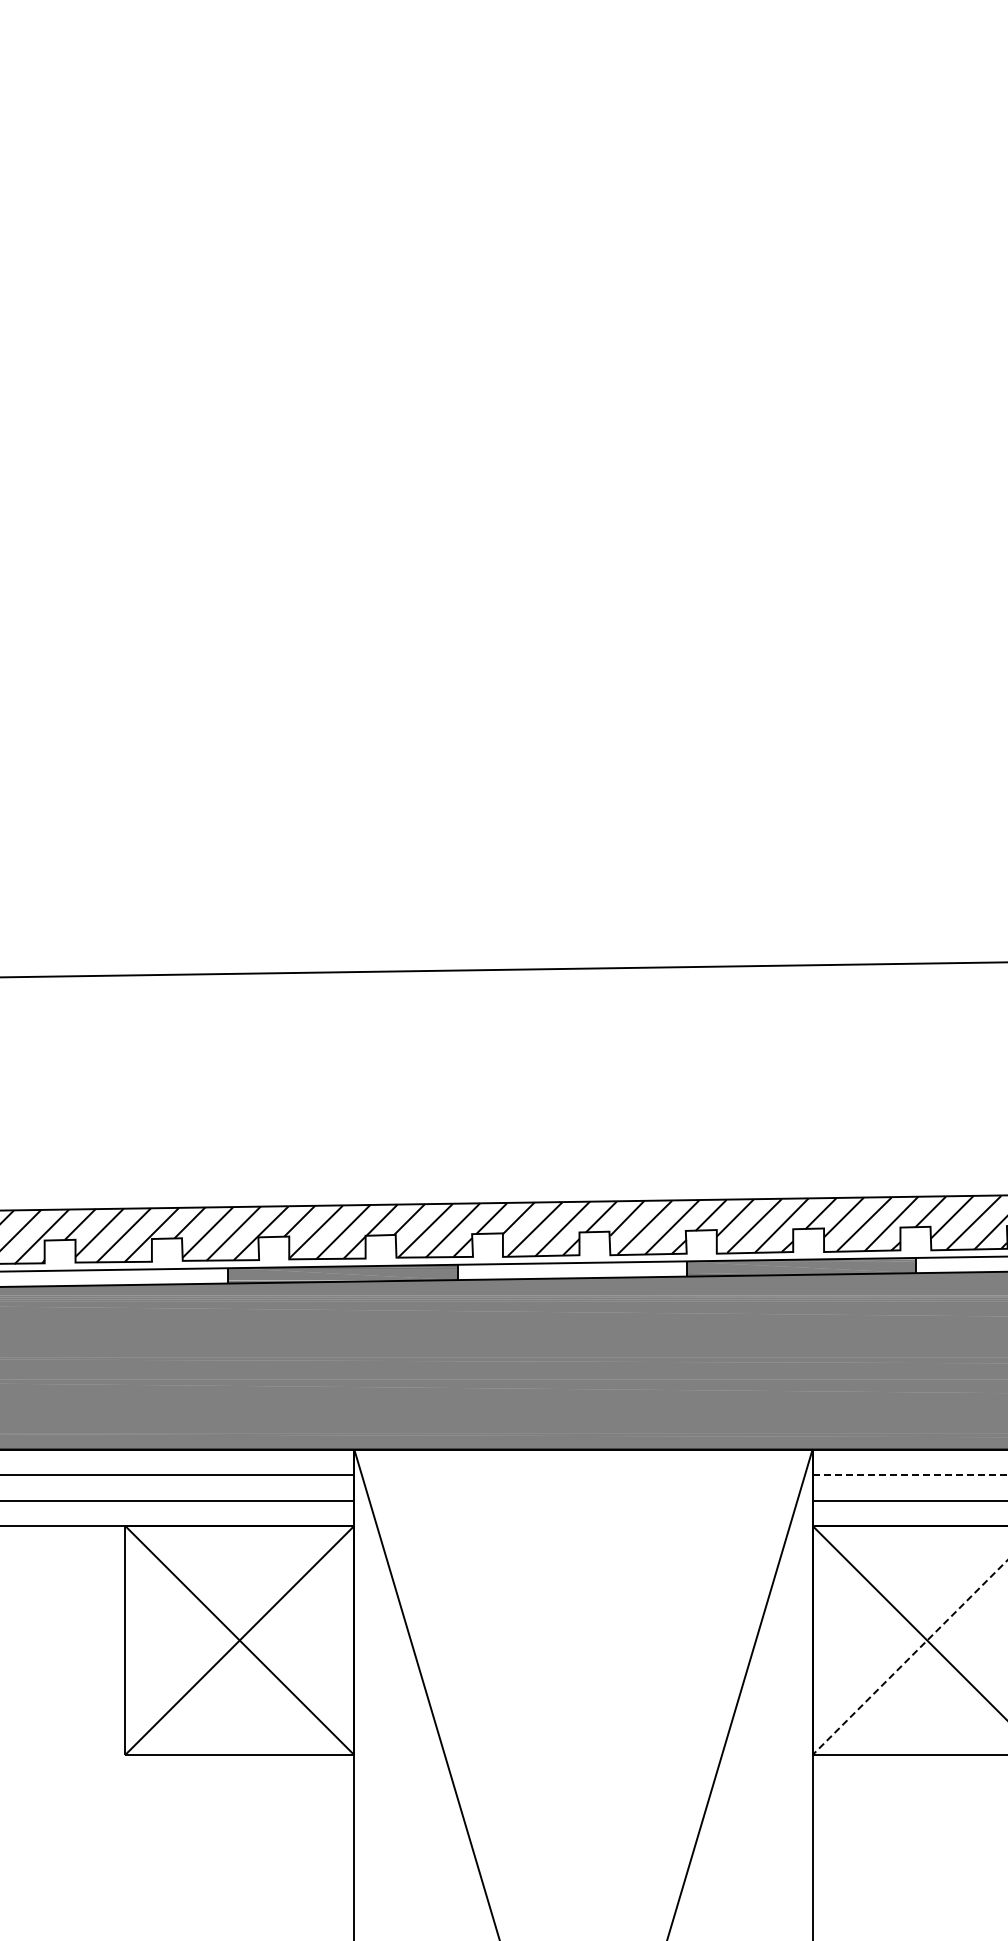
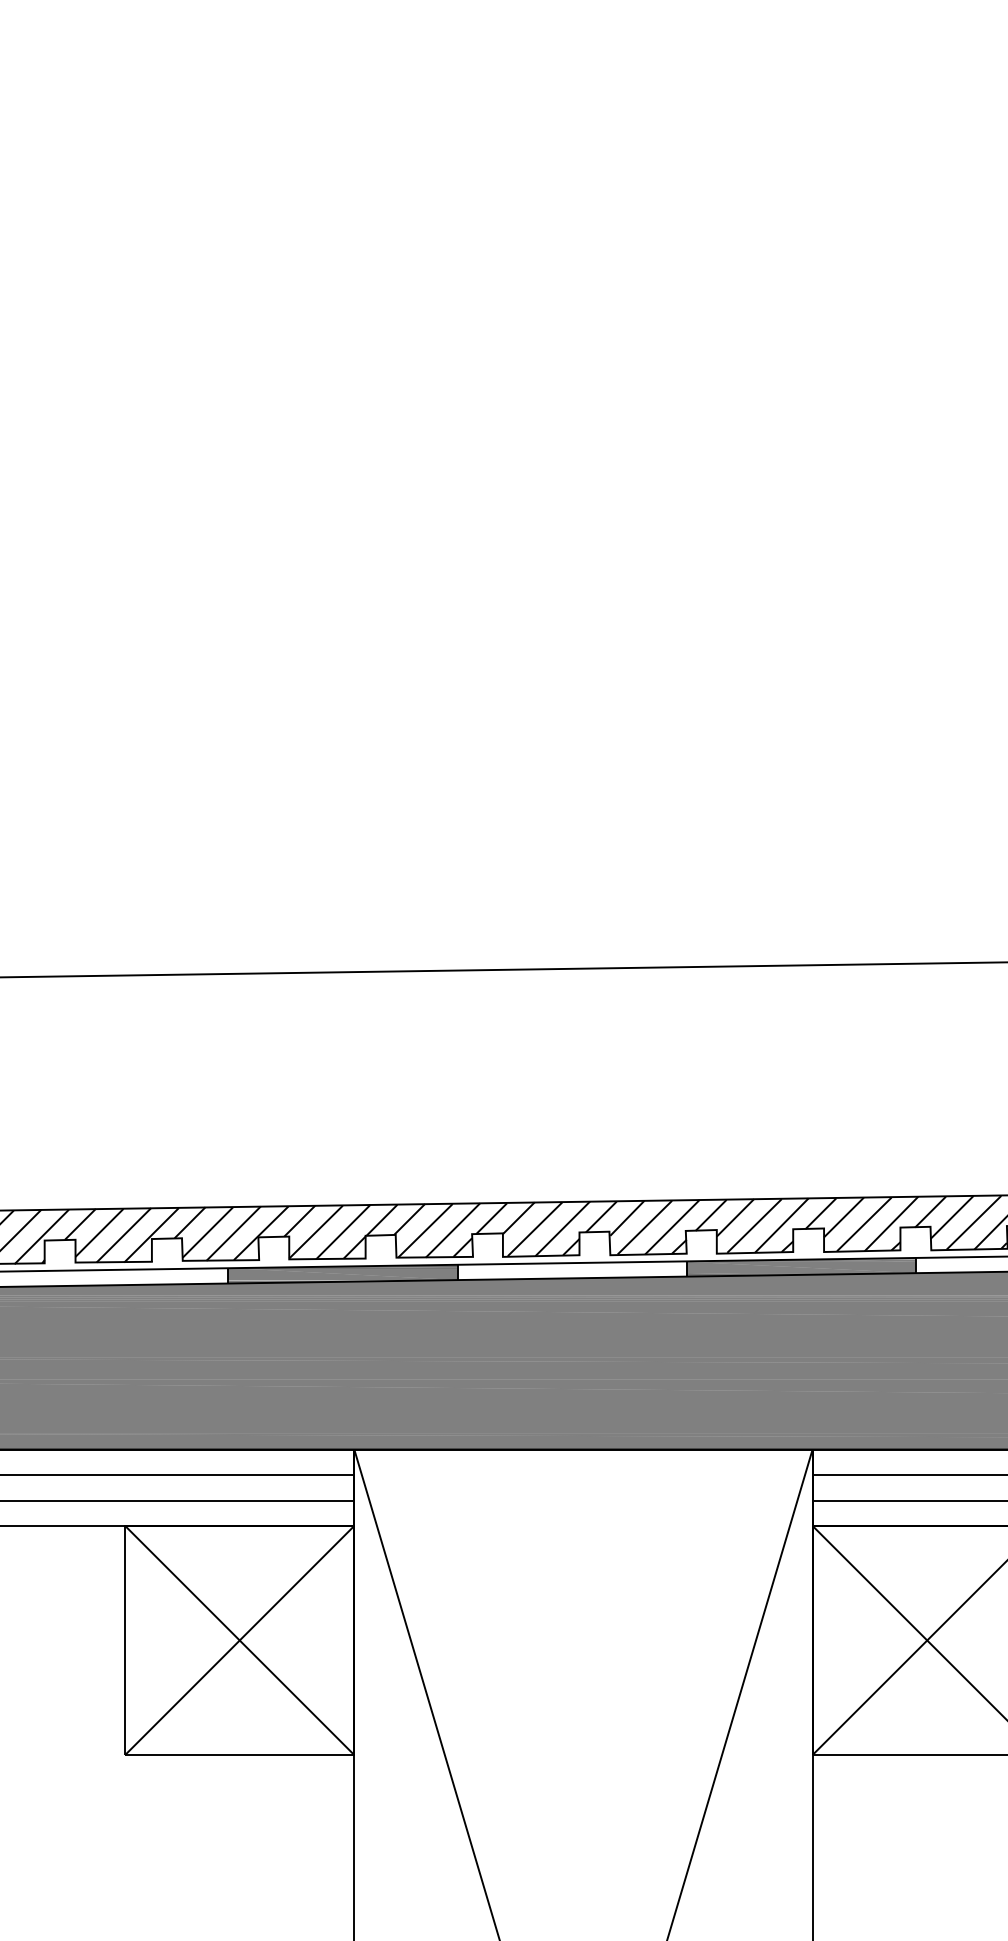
line at (910, 1474): dashed -> solid
line at (909, 1657): dashed -> solid
